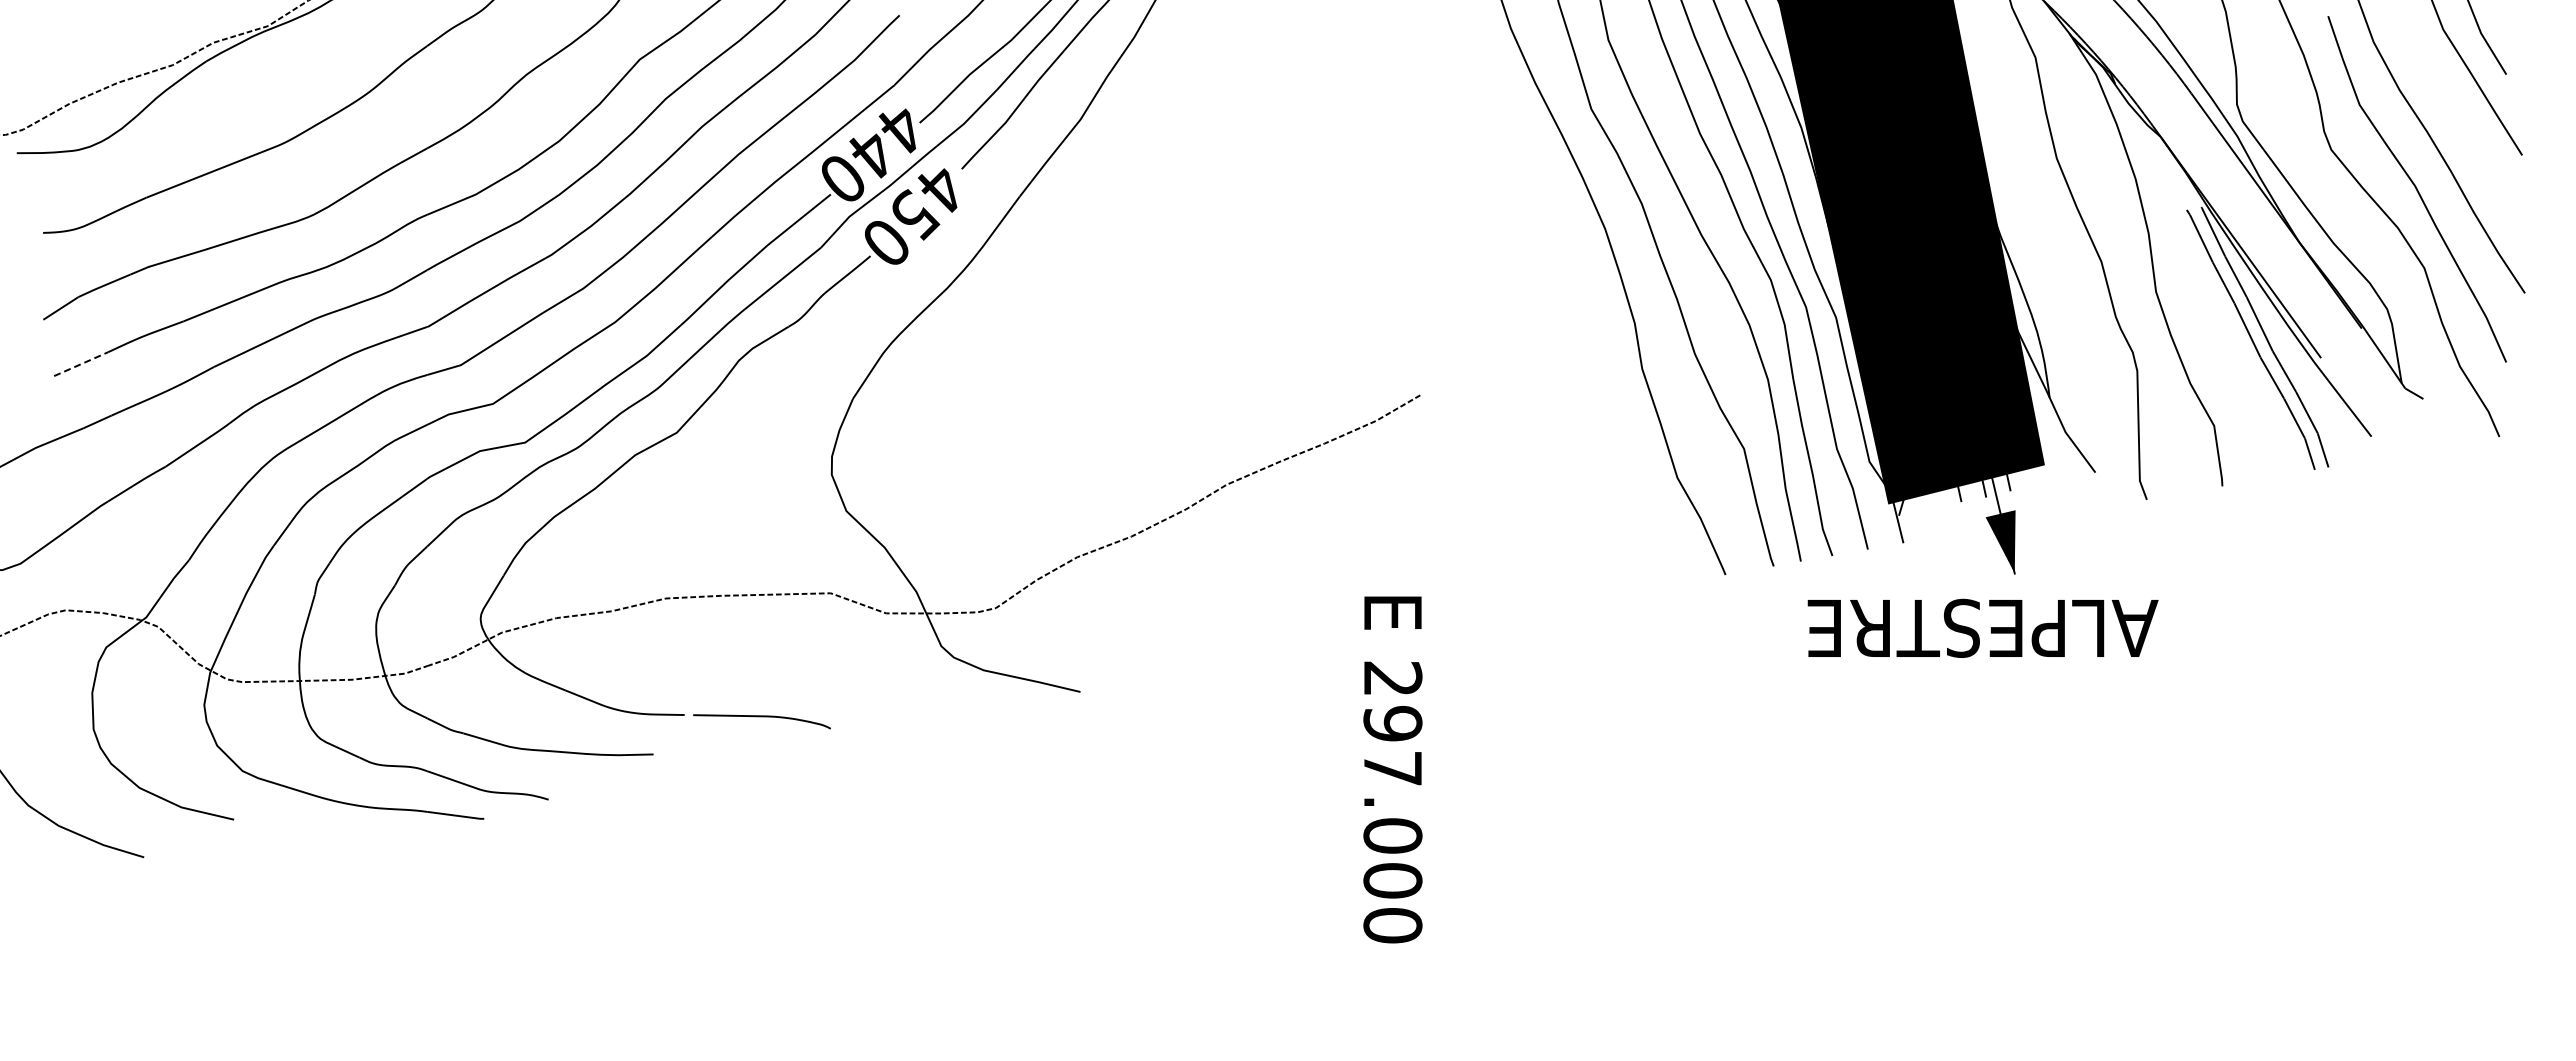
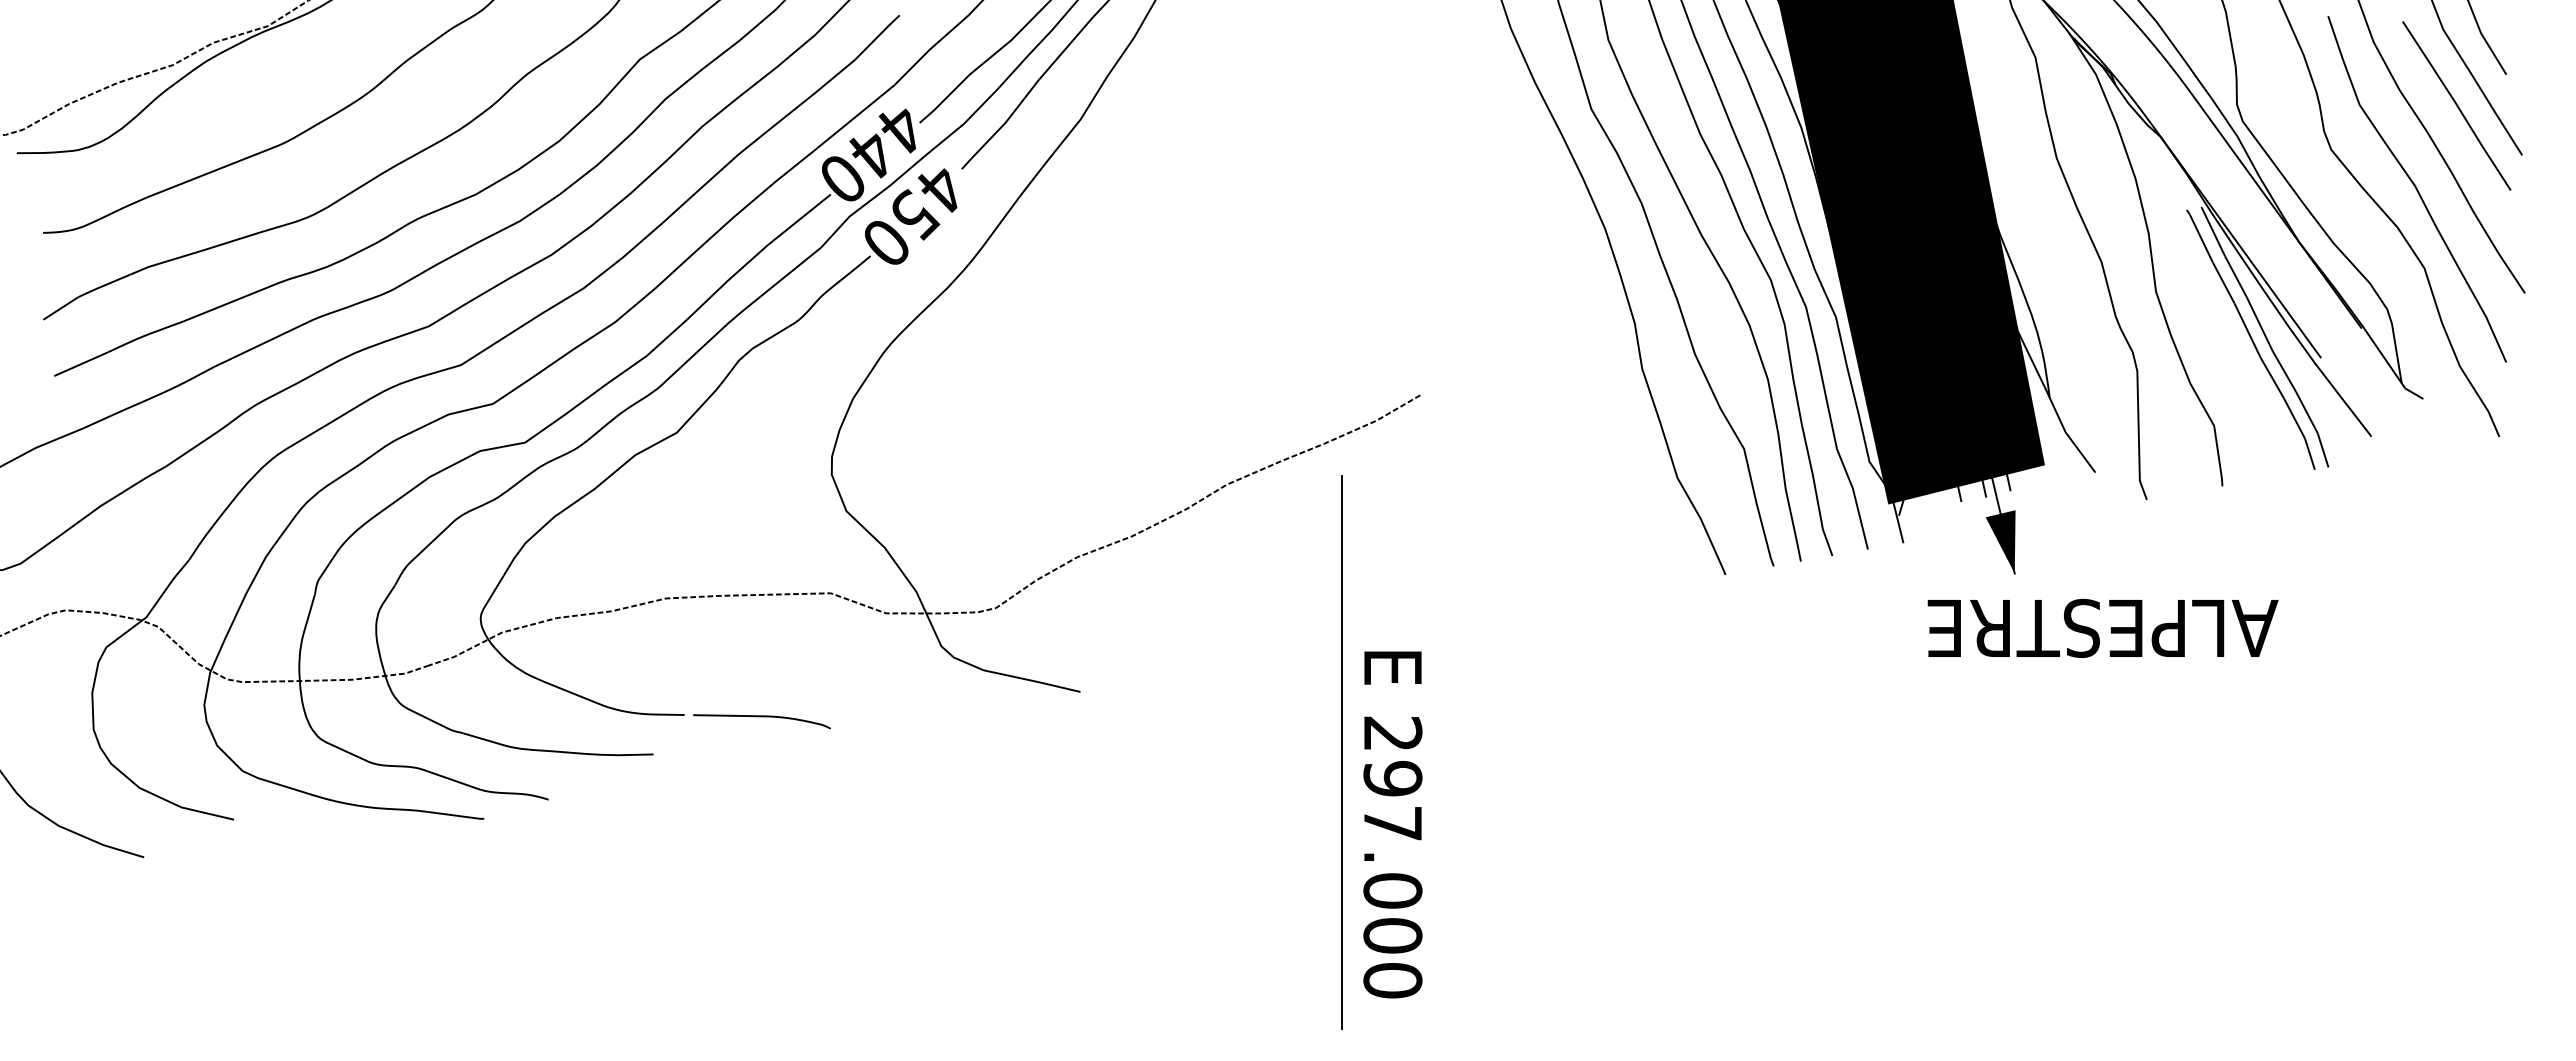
line at (2456, 105): none -> present
line at (81, 364): dashed -> solid
text at (1982, 627) position: (1982, 627) -> (2102, 627)
line at (1341, 752): none -> present
text at (1392, 769) position: (1392, 769) -> (1392, 824)
